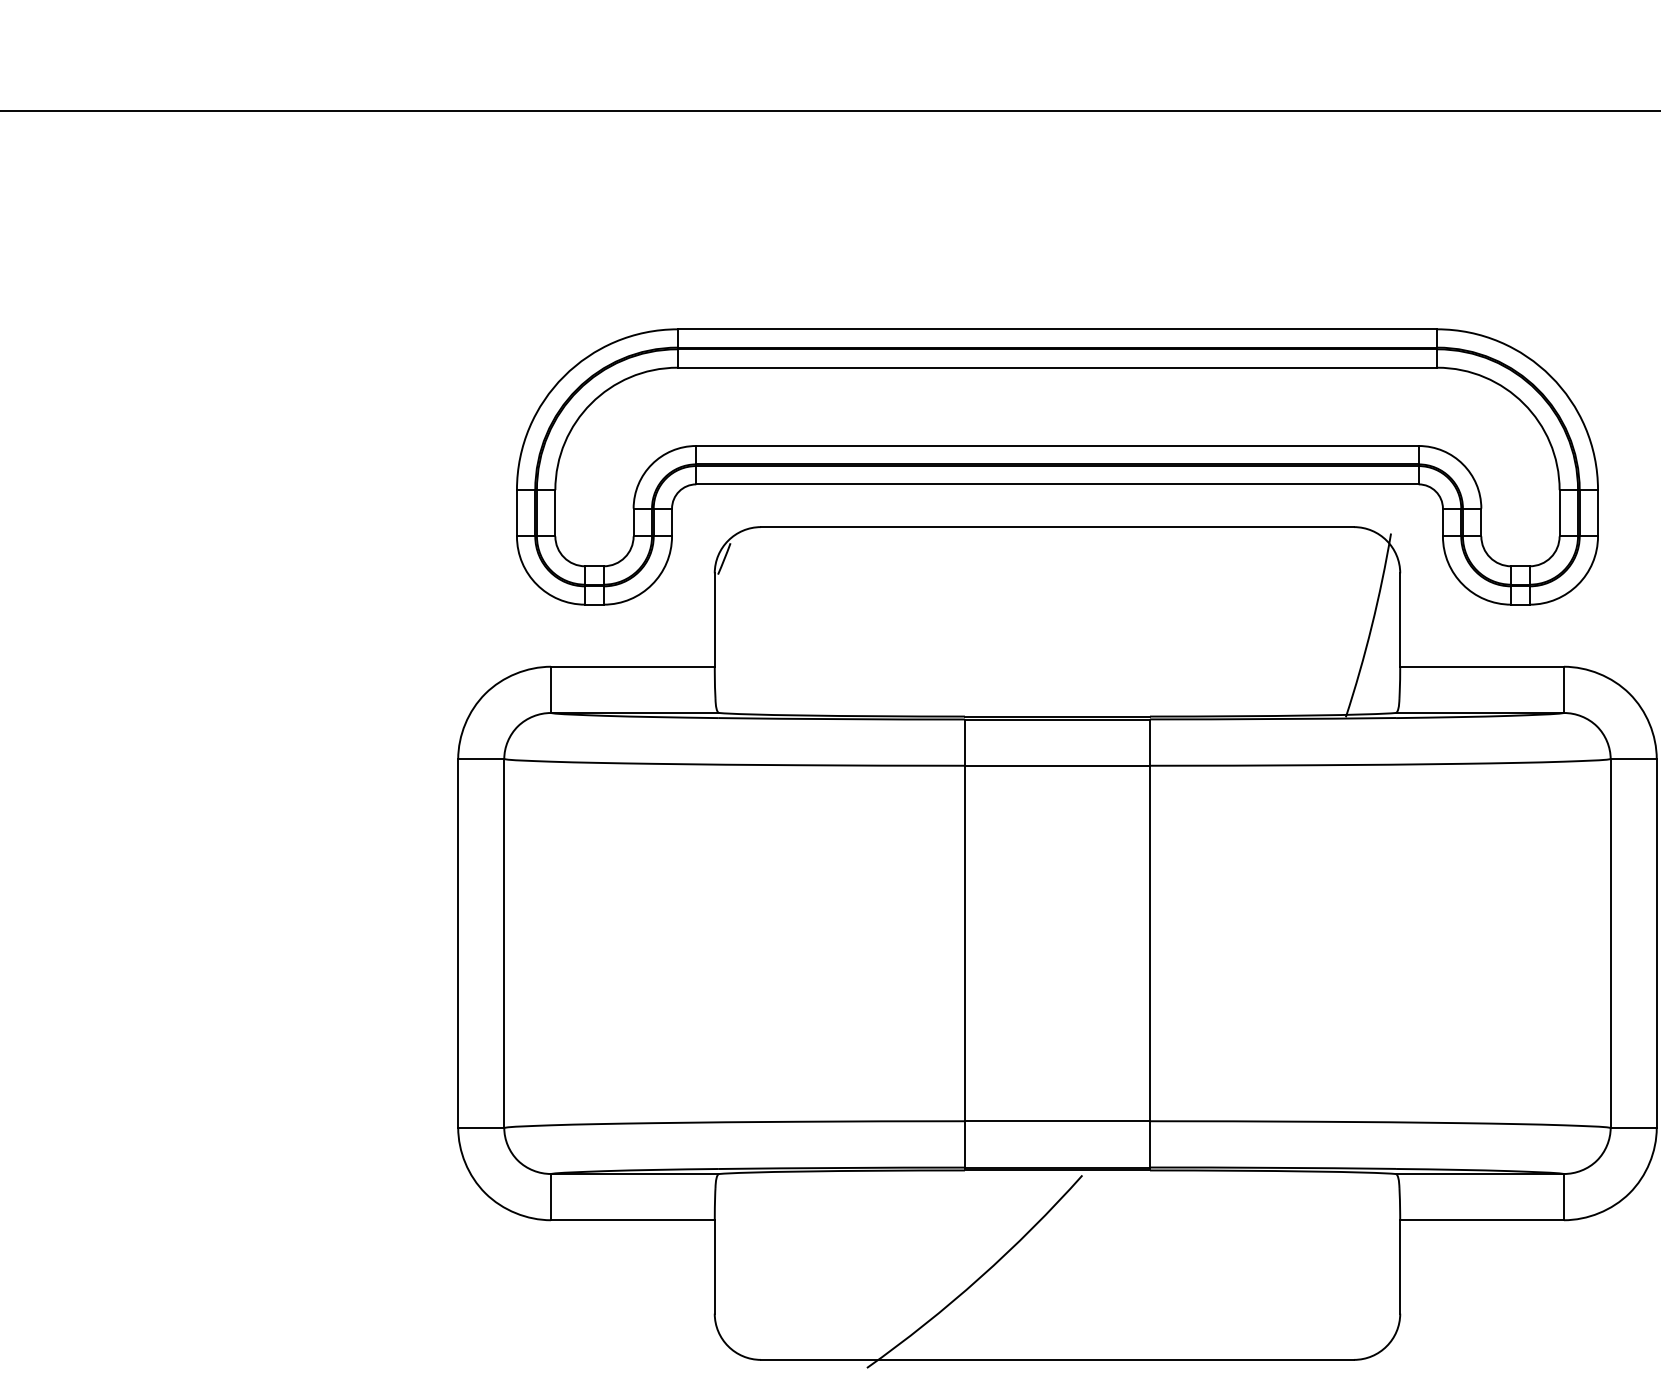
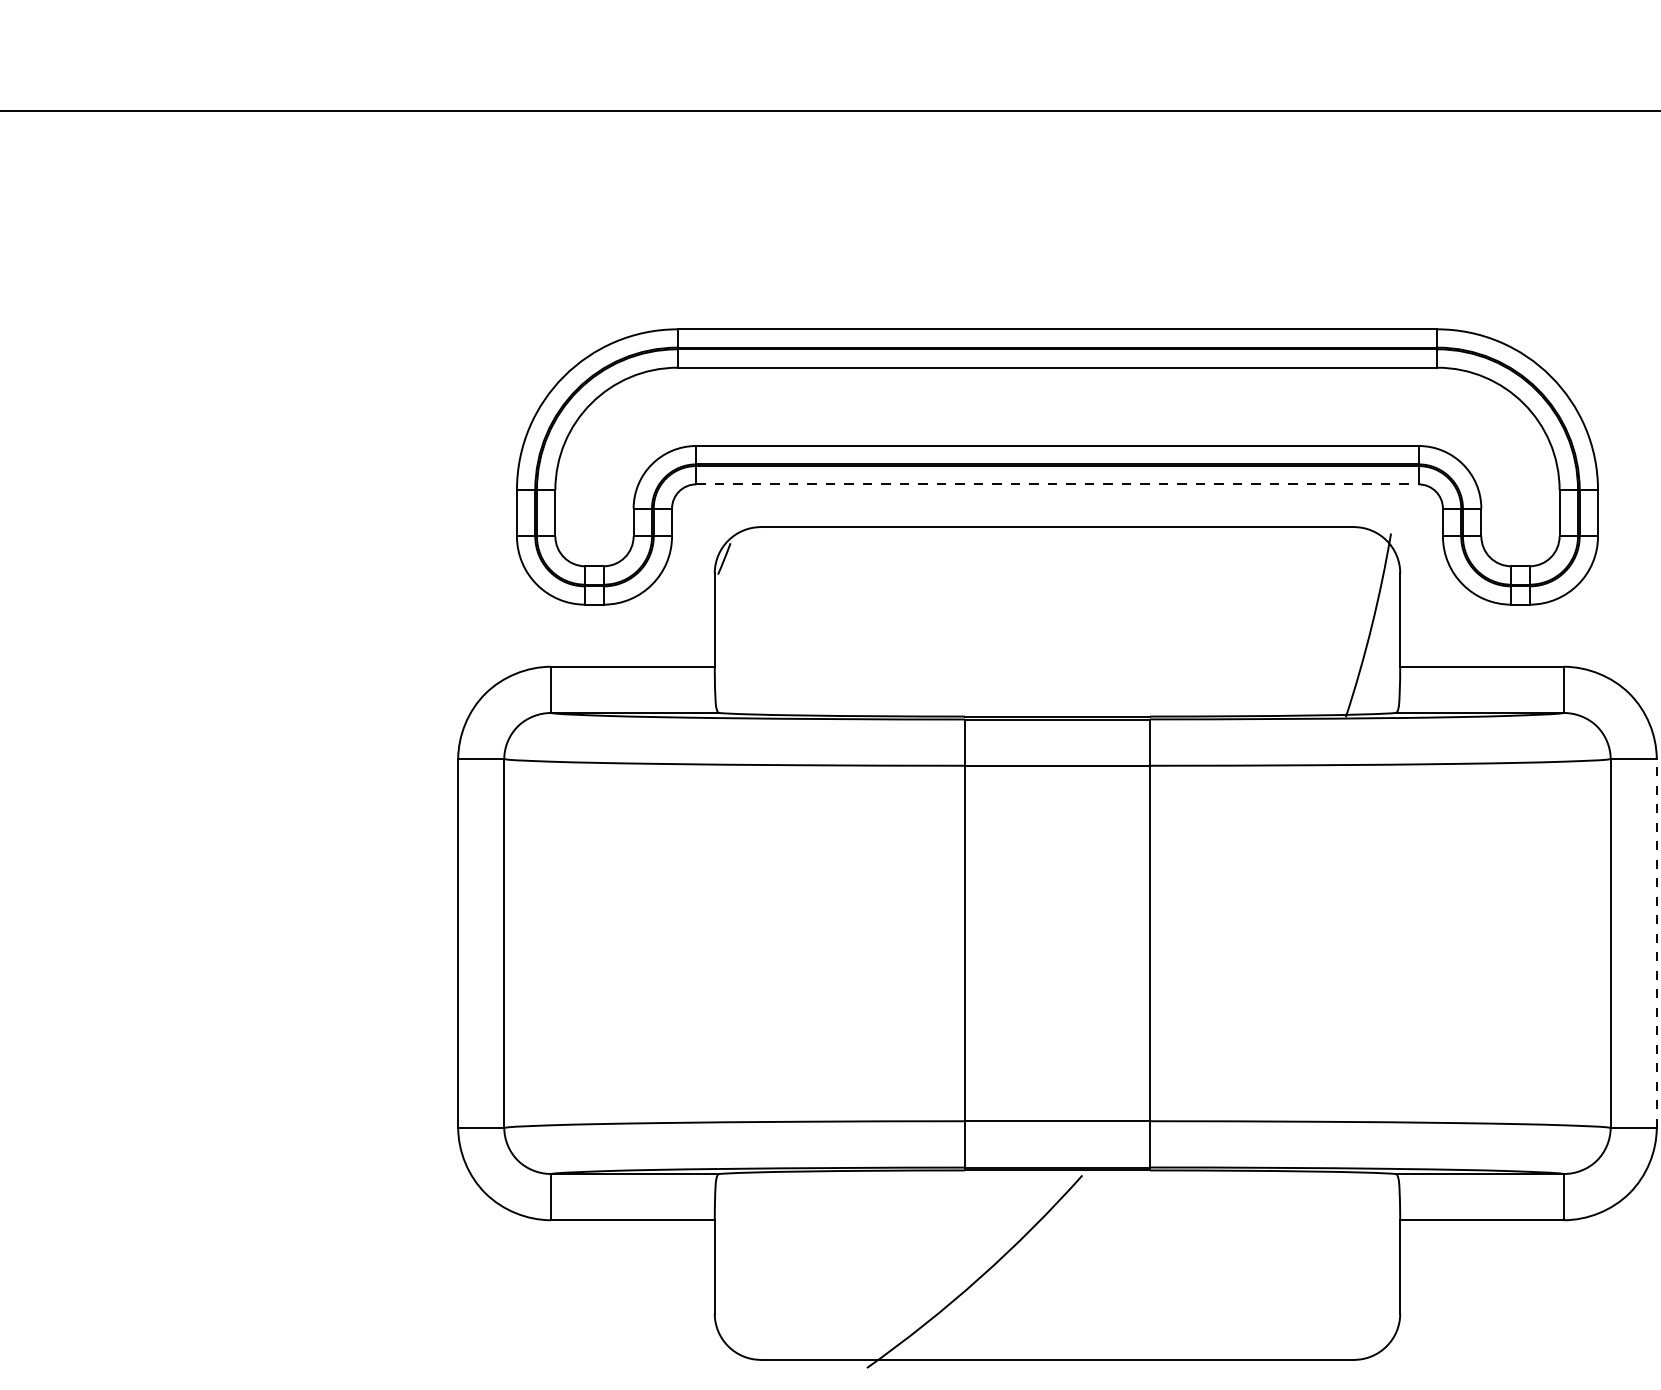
line at (1057, 484): solid -> dashed
line at (1656, 943): solid -> dashed
